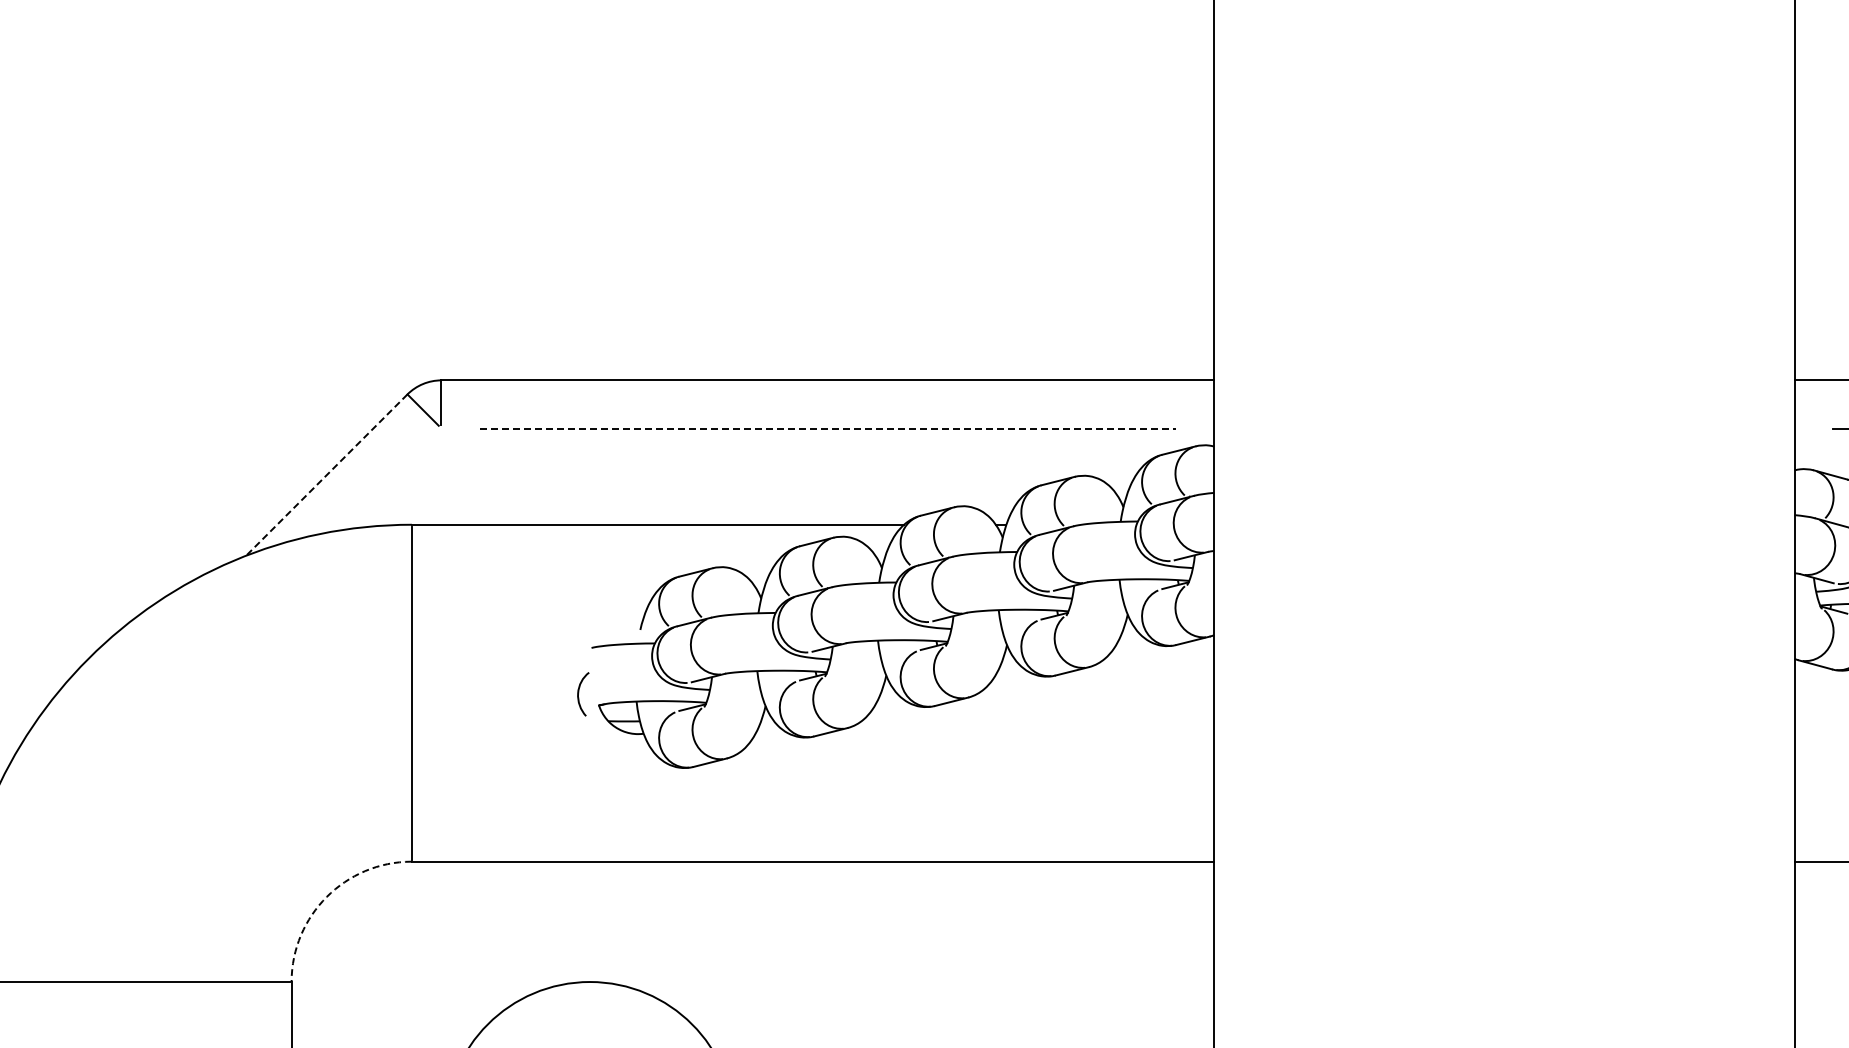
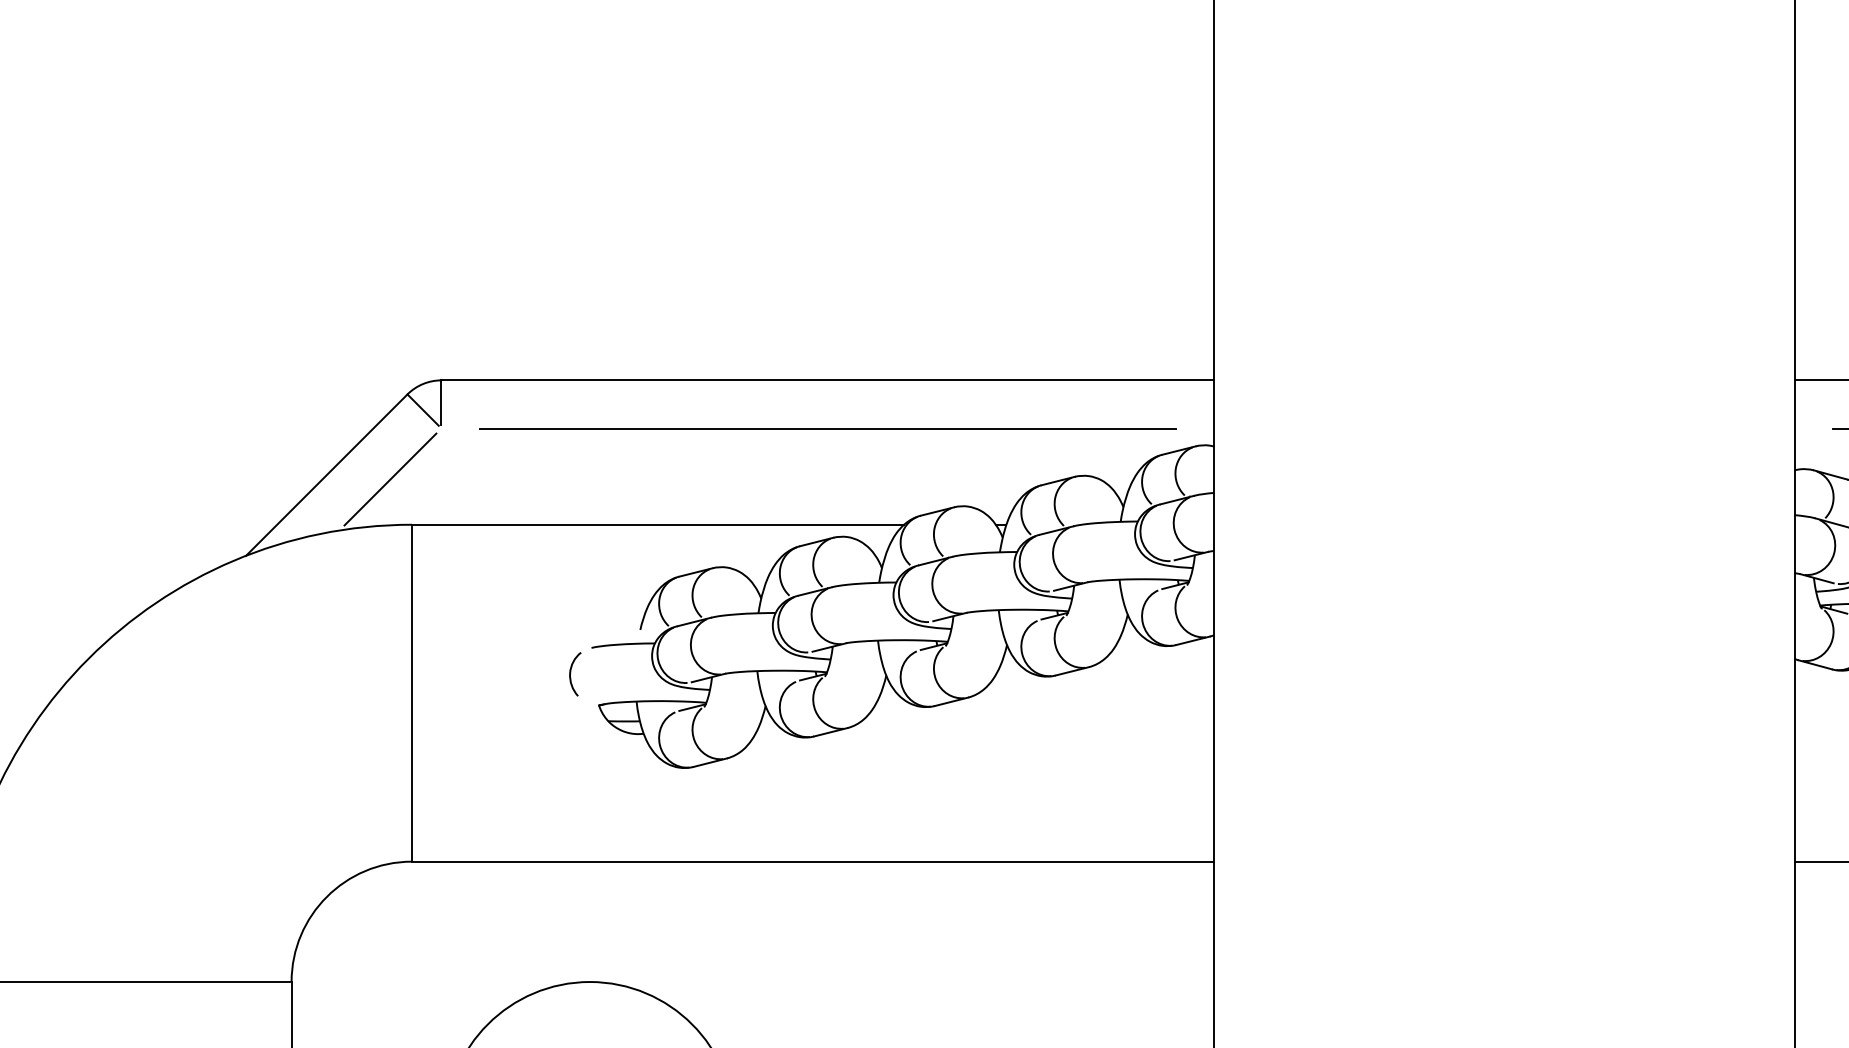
line at (827, 428): dashed -> solid
line at (326, 475): dashed -> solid
line at (390, 479): none -> present
curve at (579, 692) position: (579, 692) -> (571, 672)
arc at (326, 896): dashed -> solid
